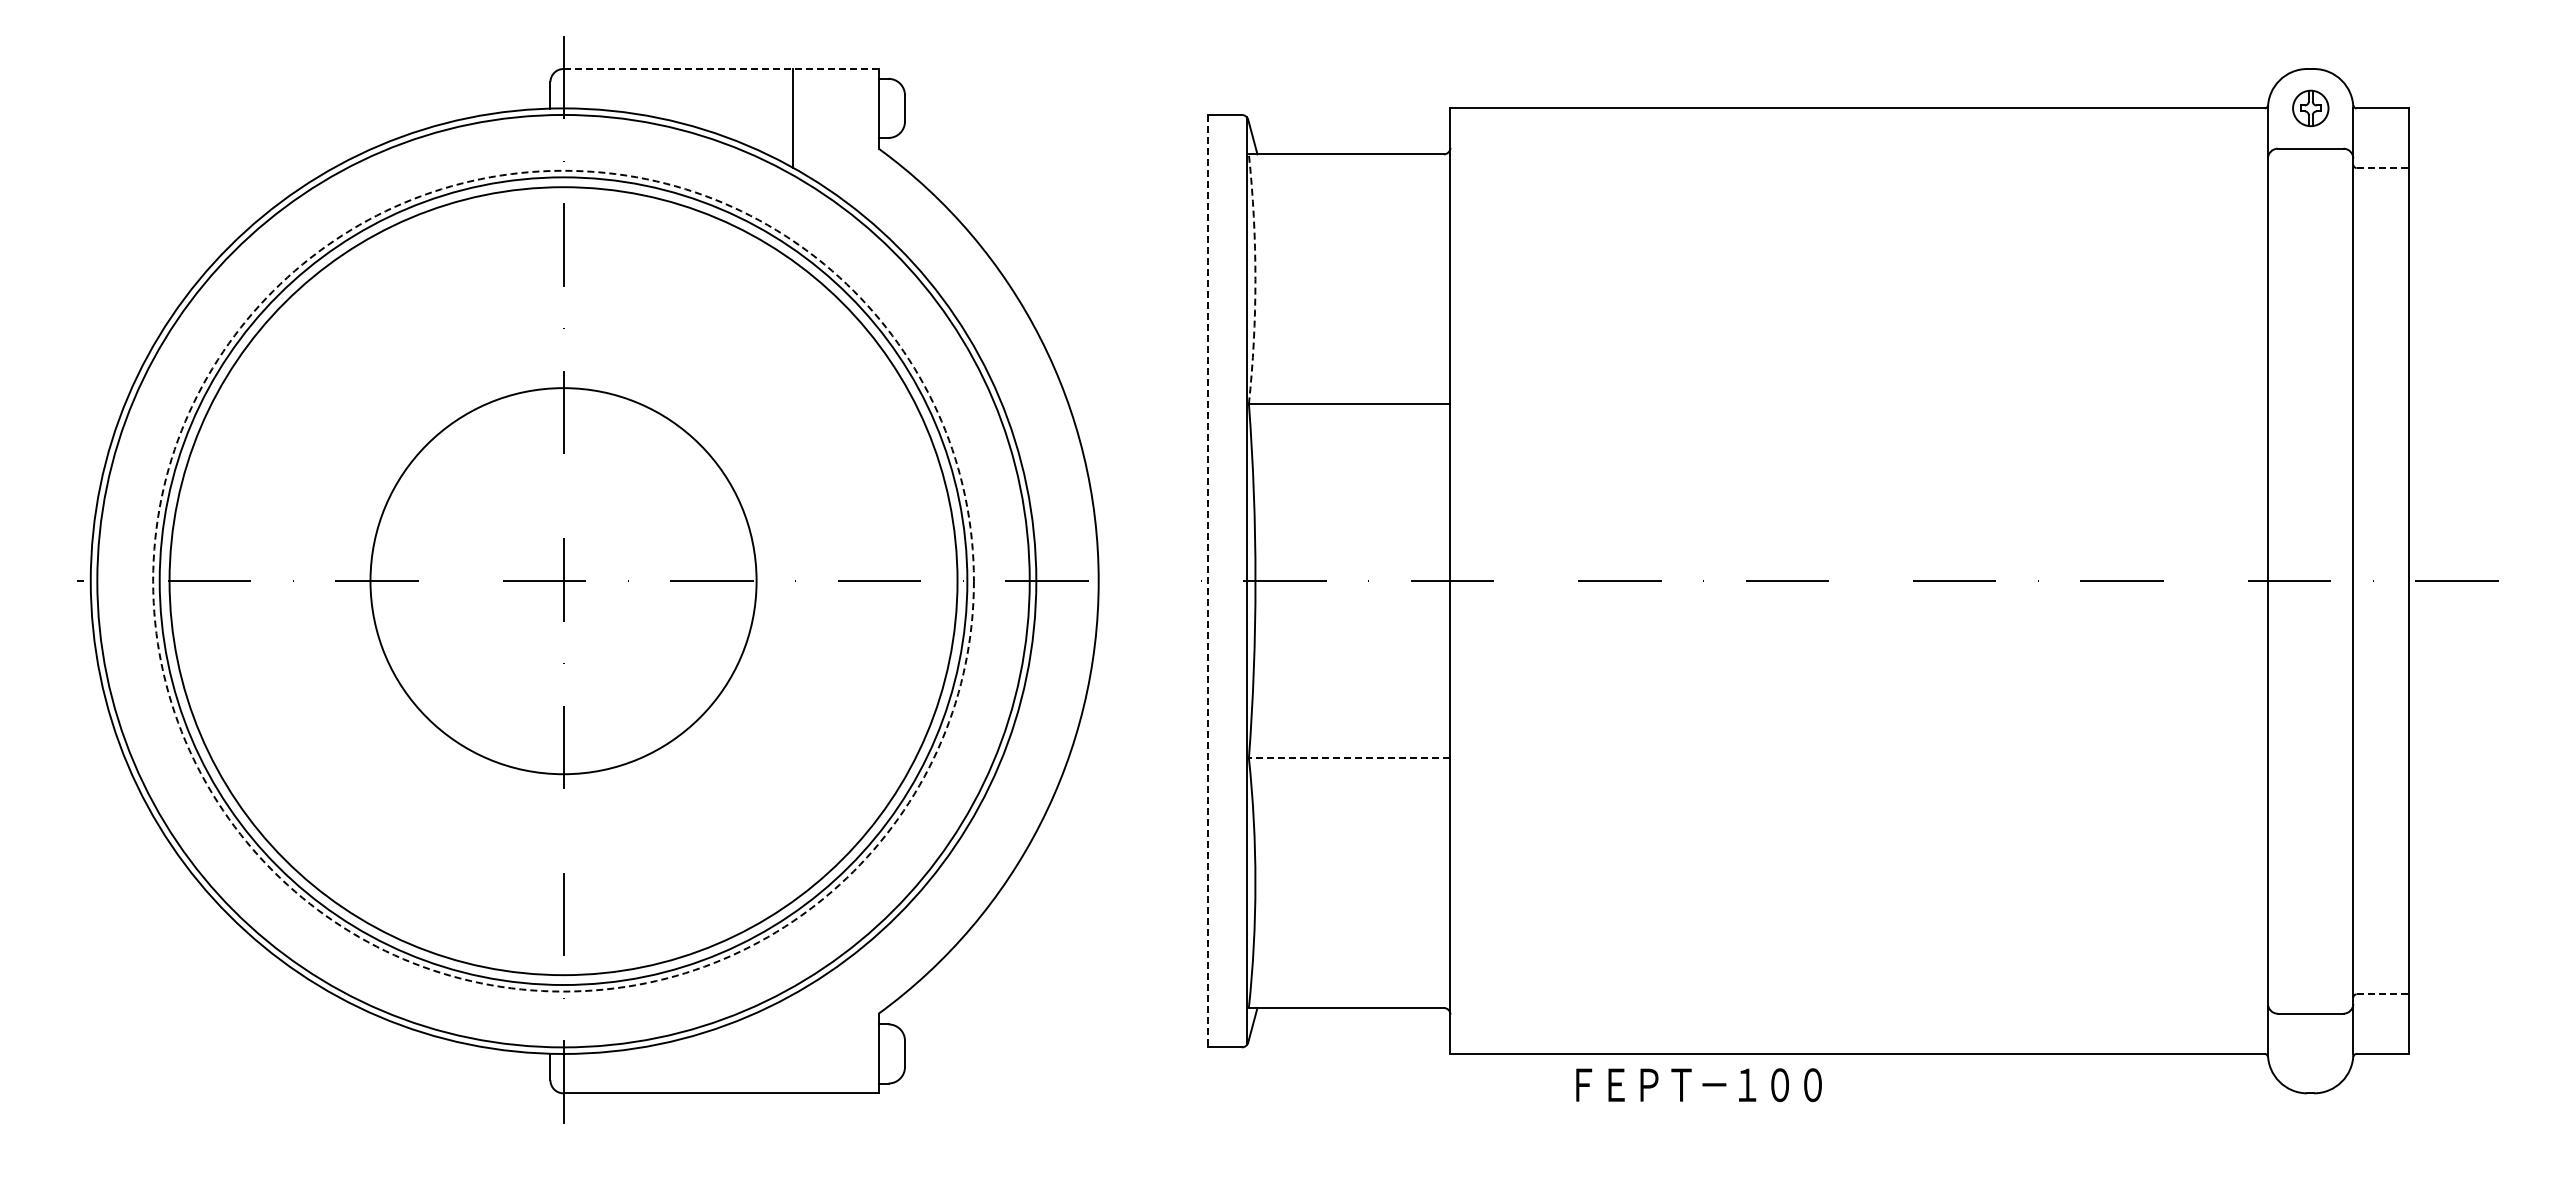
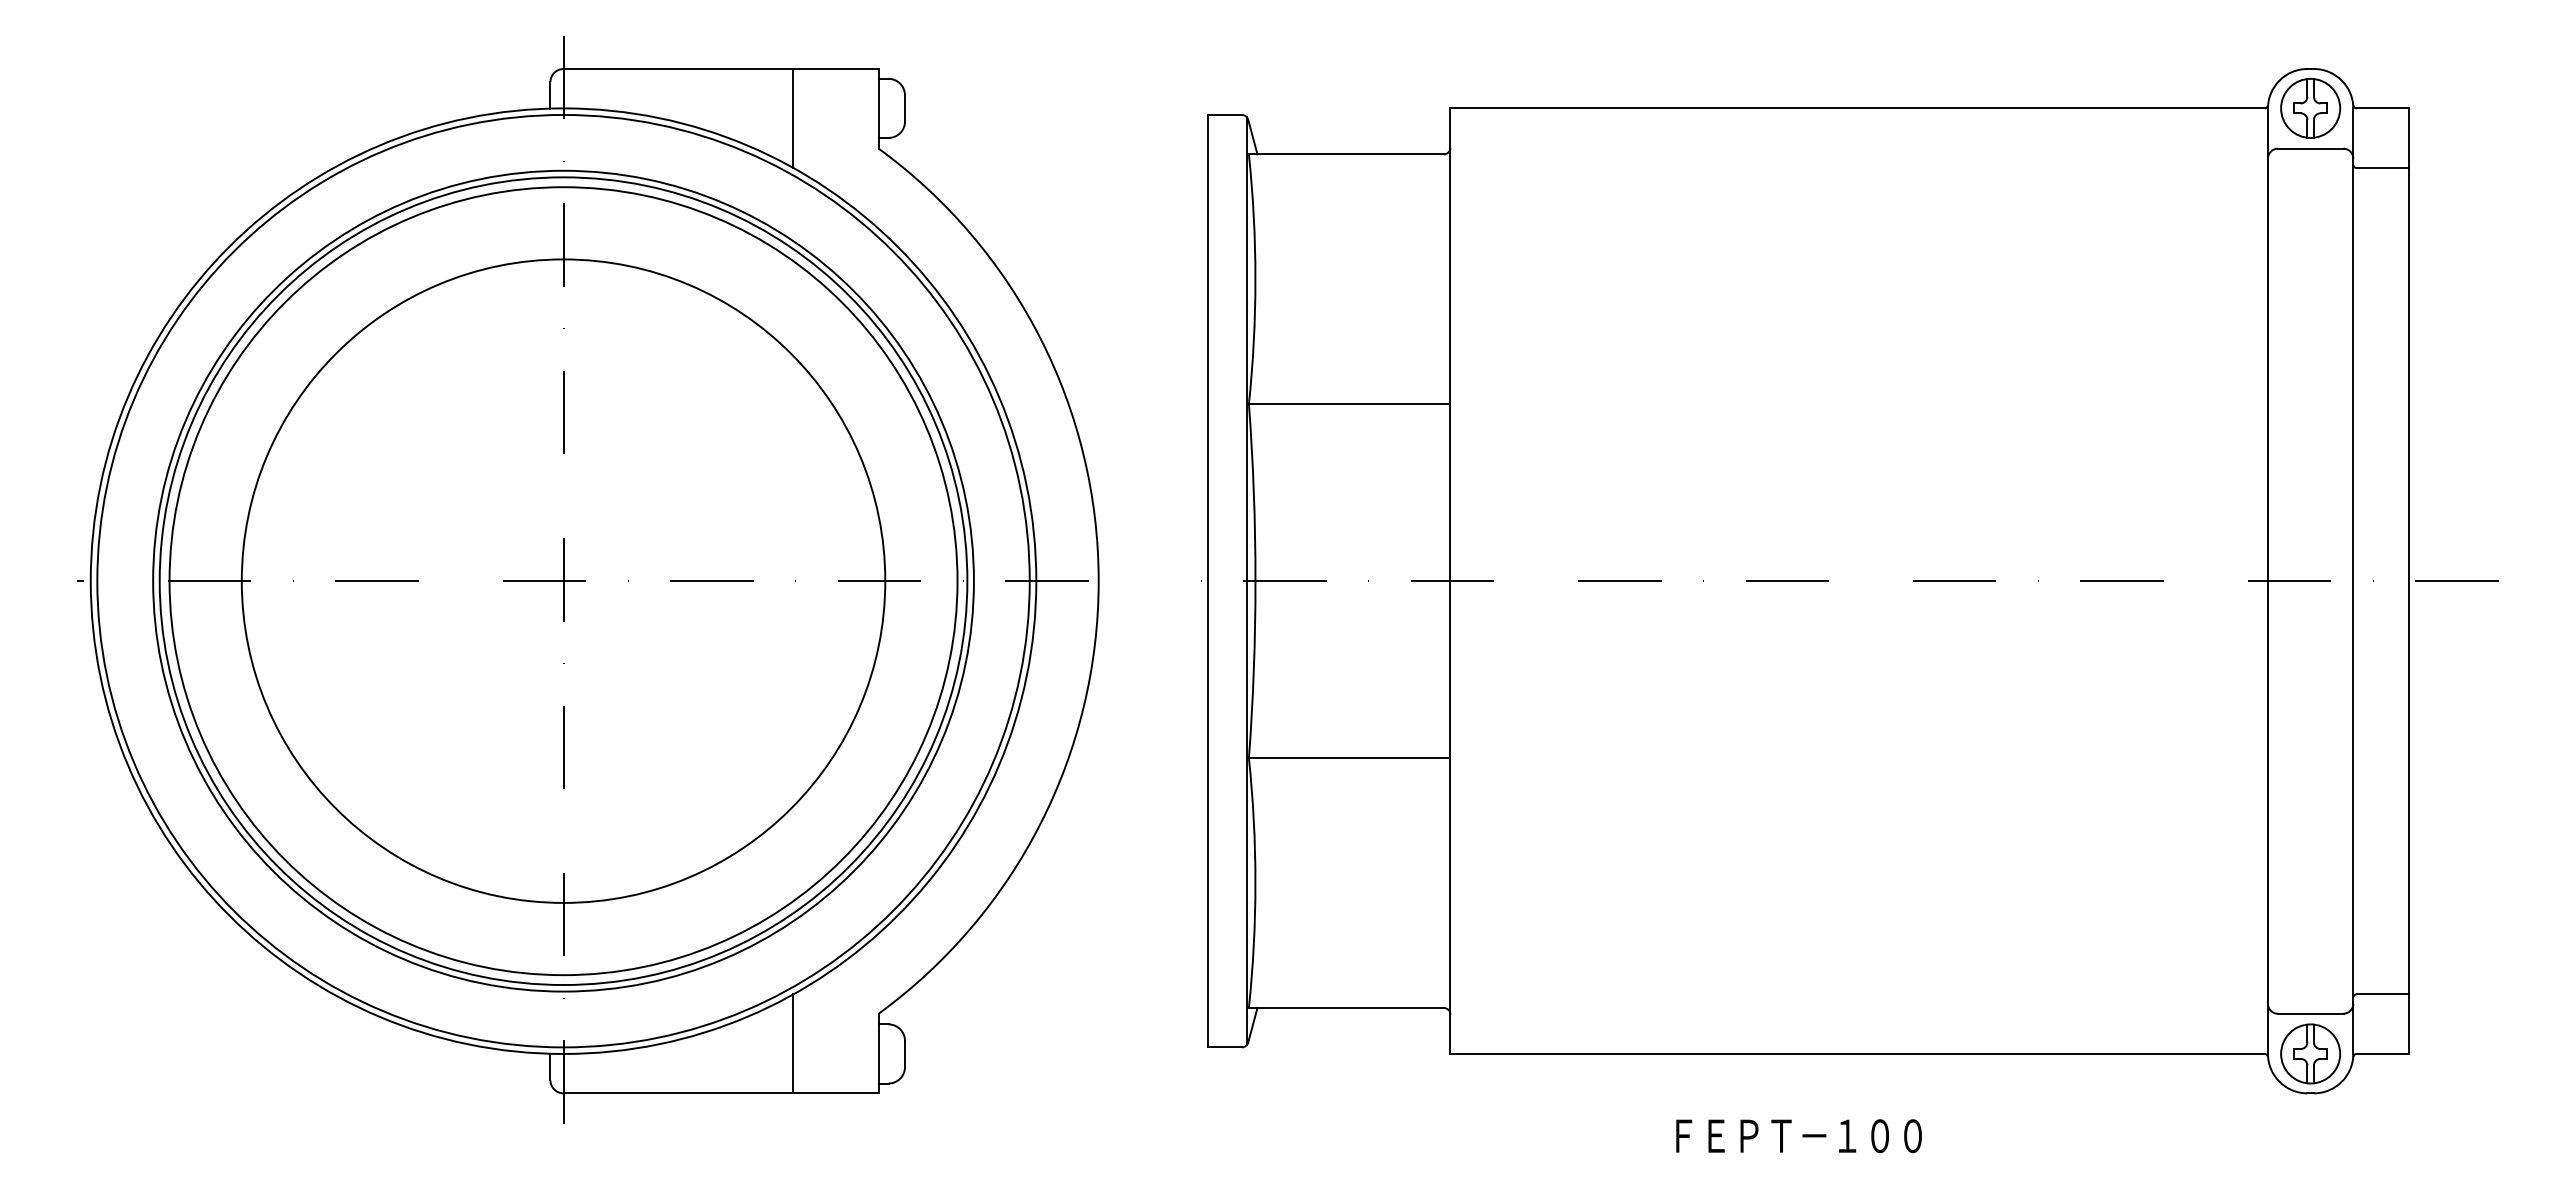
line at (721, 69): dashed -> solid
part at (2310, 107) size: 38x38 px -> 62x61 px
line at (2383, 168): dashed -> solid
arc at (1255, 279): dashed -> solid
circle at (563, 580): dashed -> solid
circle at (563, 581) diameter: 386 px -> 644 px
line at (1207, 581): dashed -> solid
line at (1349, 758): dashed -> solid
line at (2383, 994): dashed -> solid
line at (793, 1043): none -> present
part at (2310, 1053): none -> present
text at (1698, 1085) position: (1698, 1085) -> (1798, 1136)
